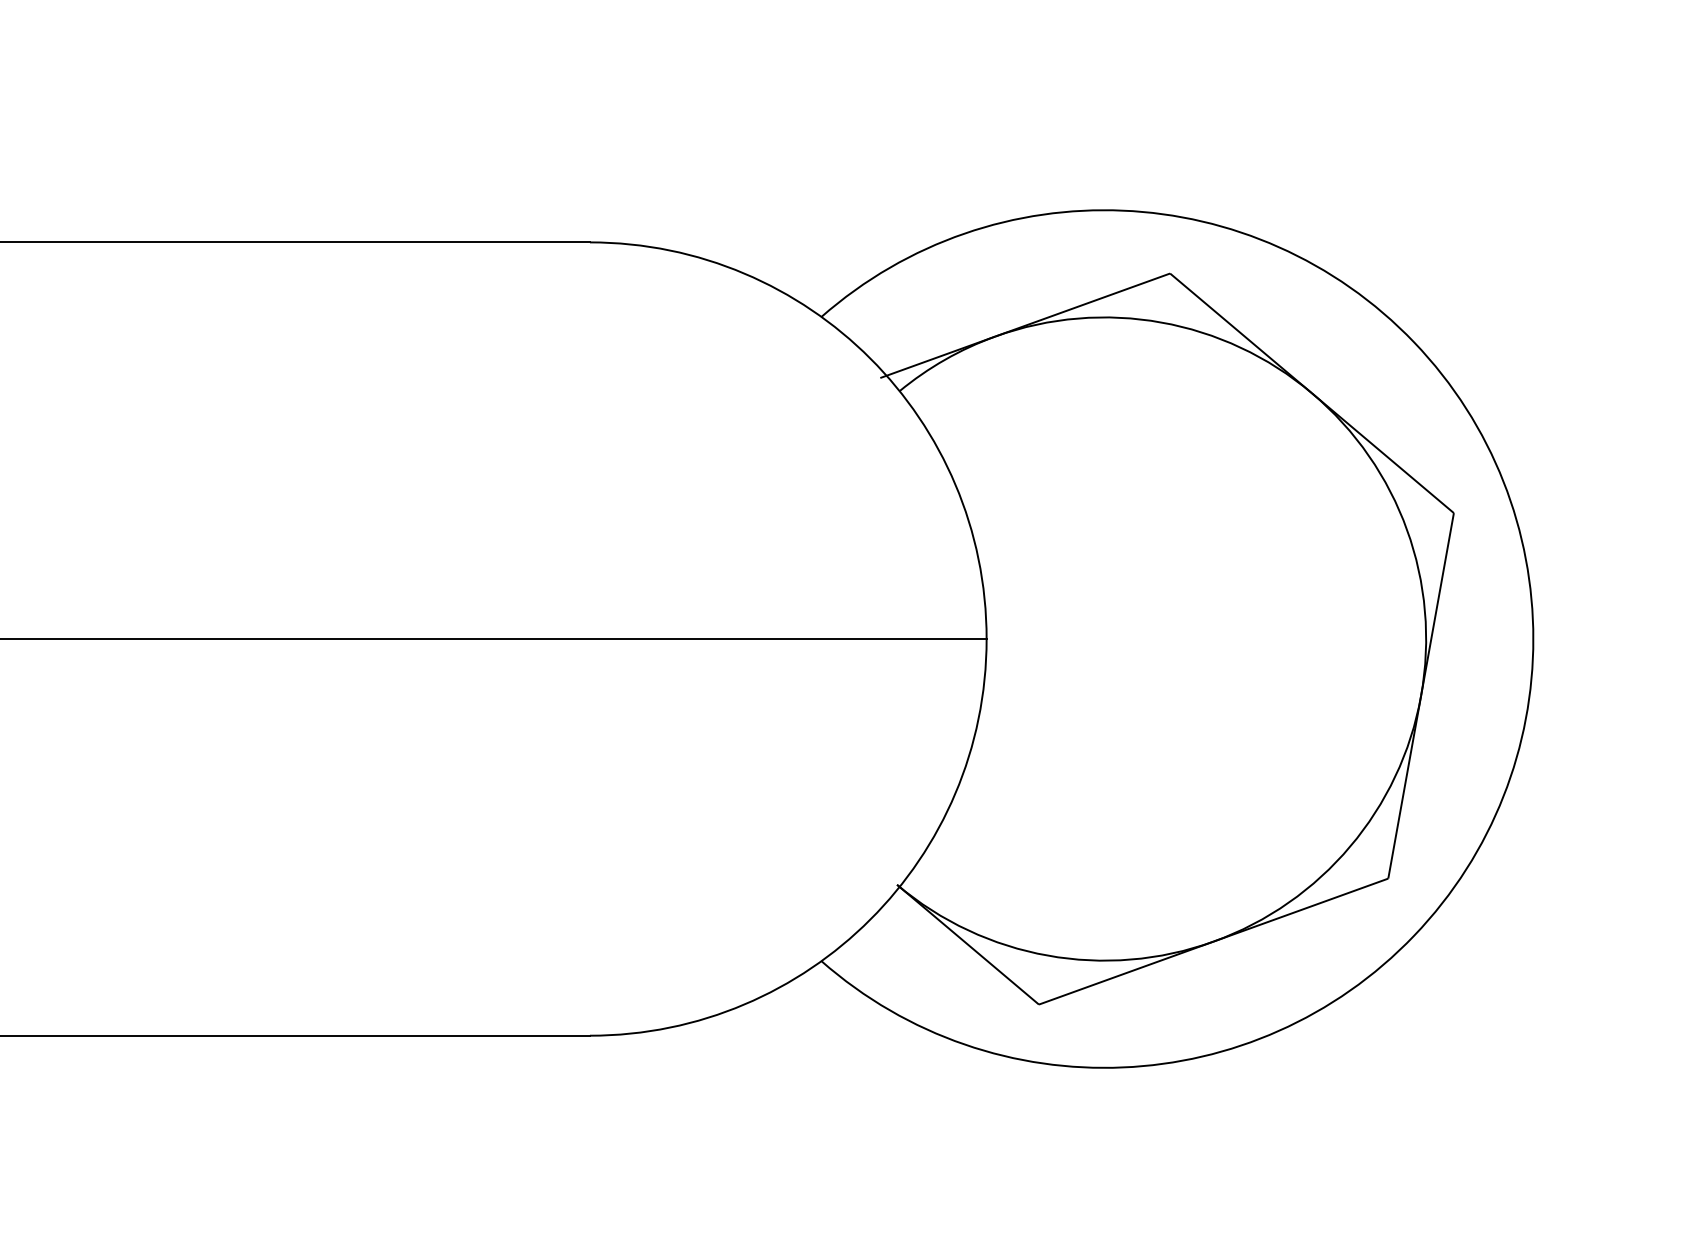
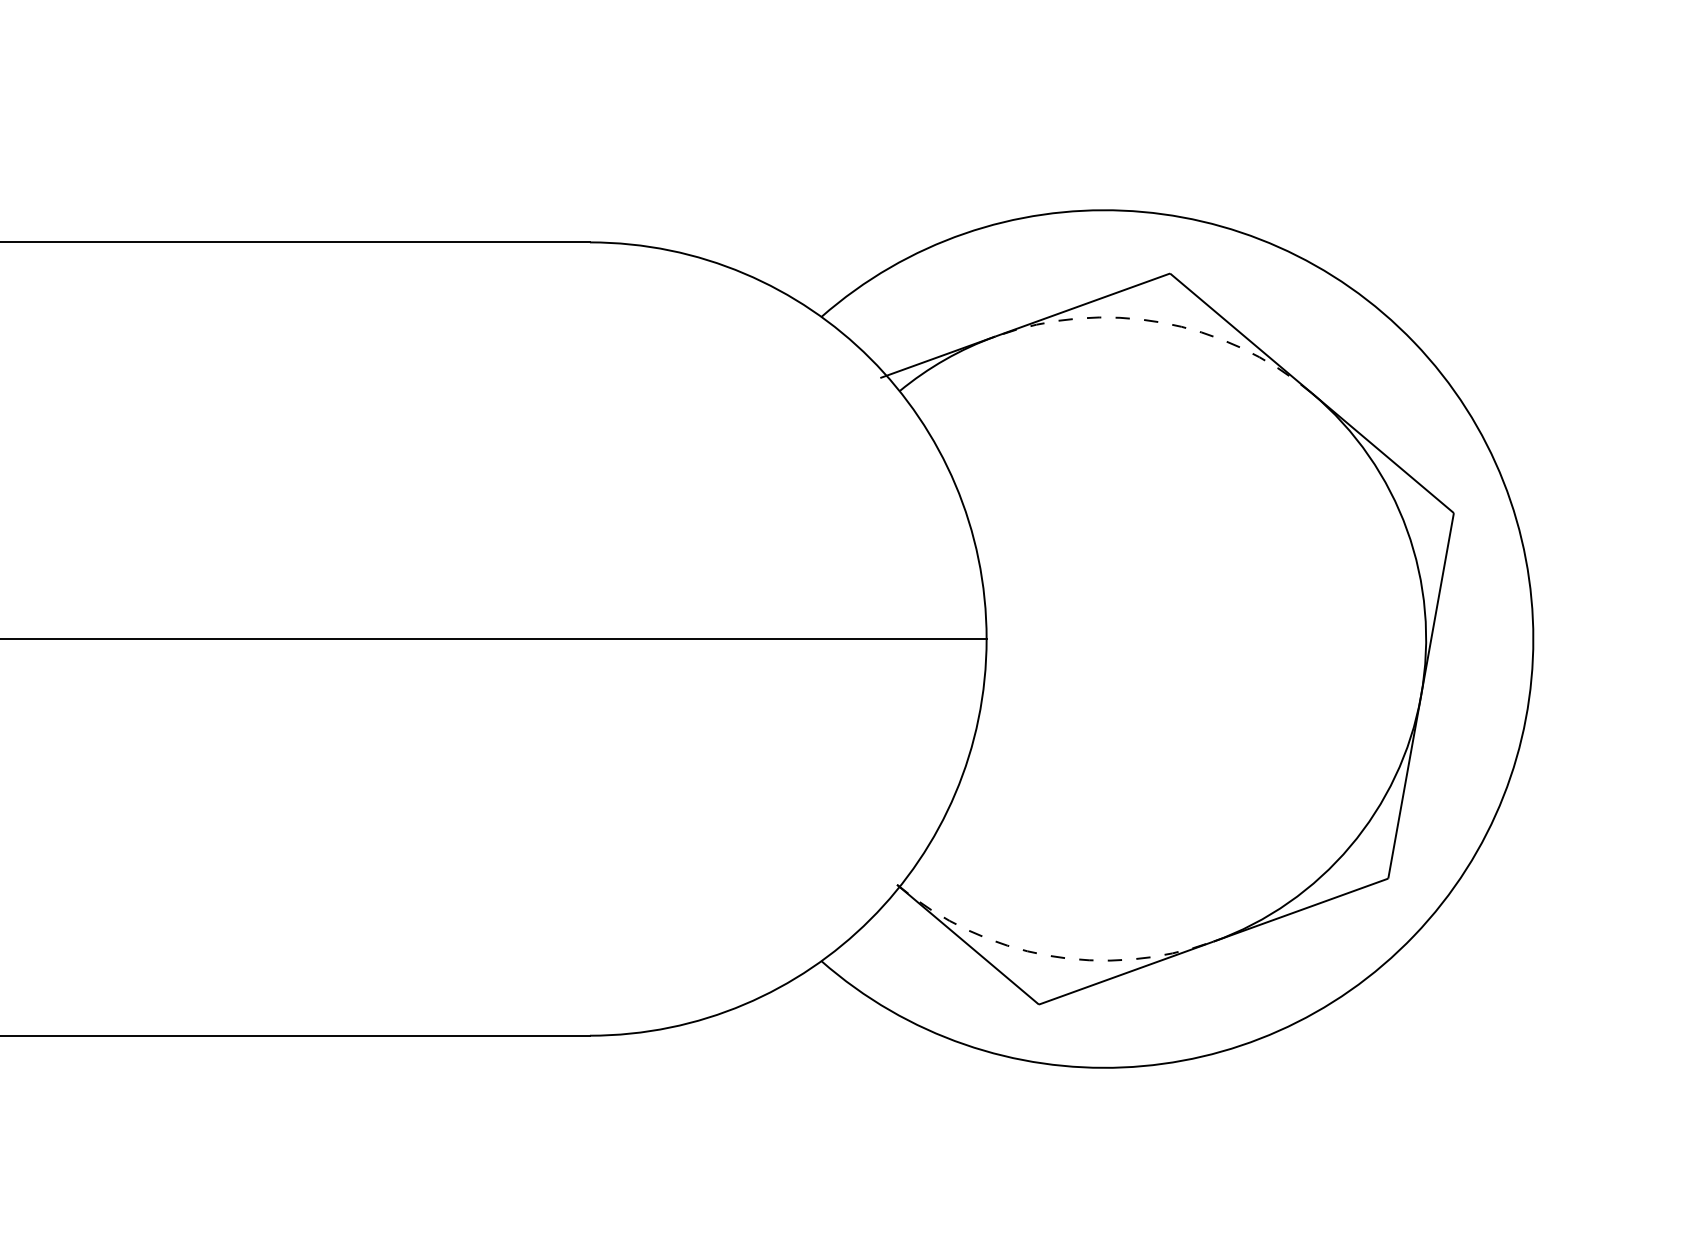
arc at (1161, 322): solid -> dashed
arc at (1047, 955): solid -> dashed
